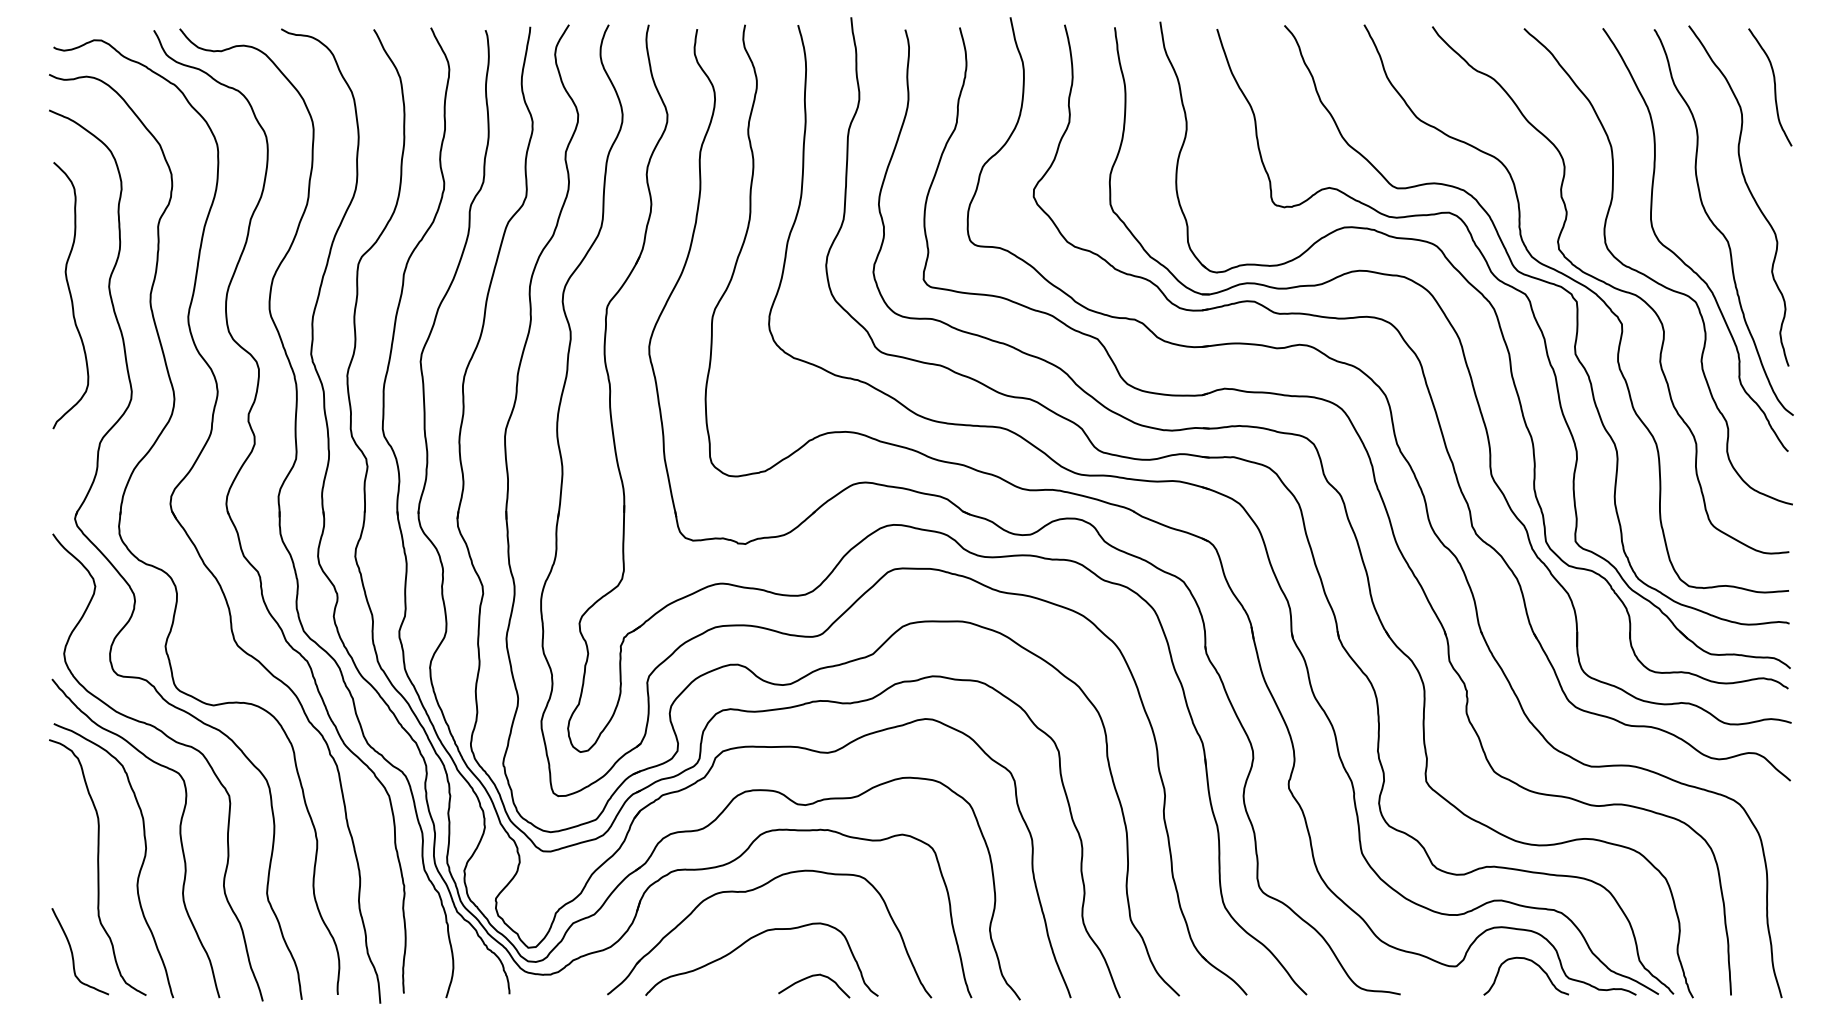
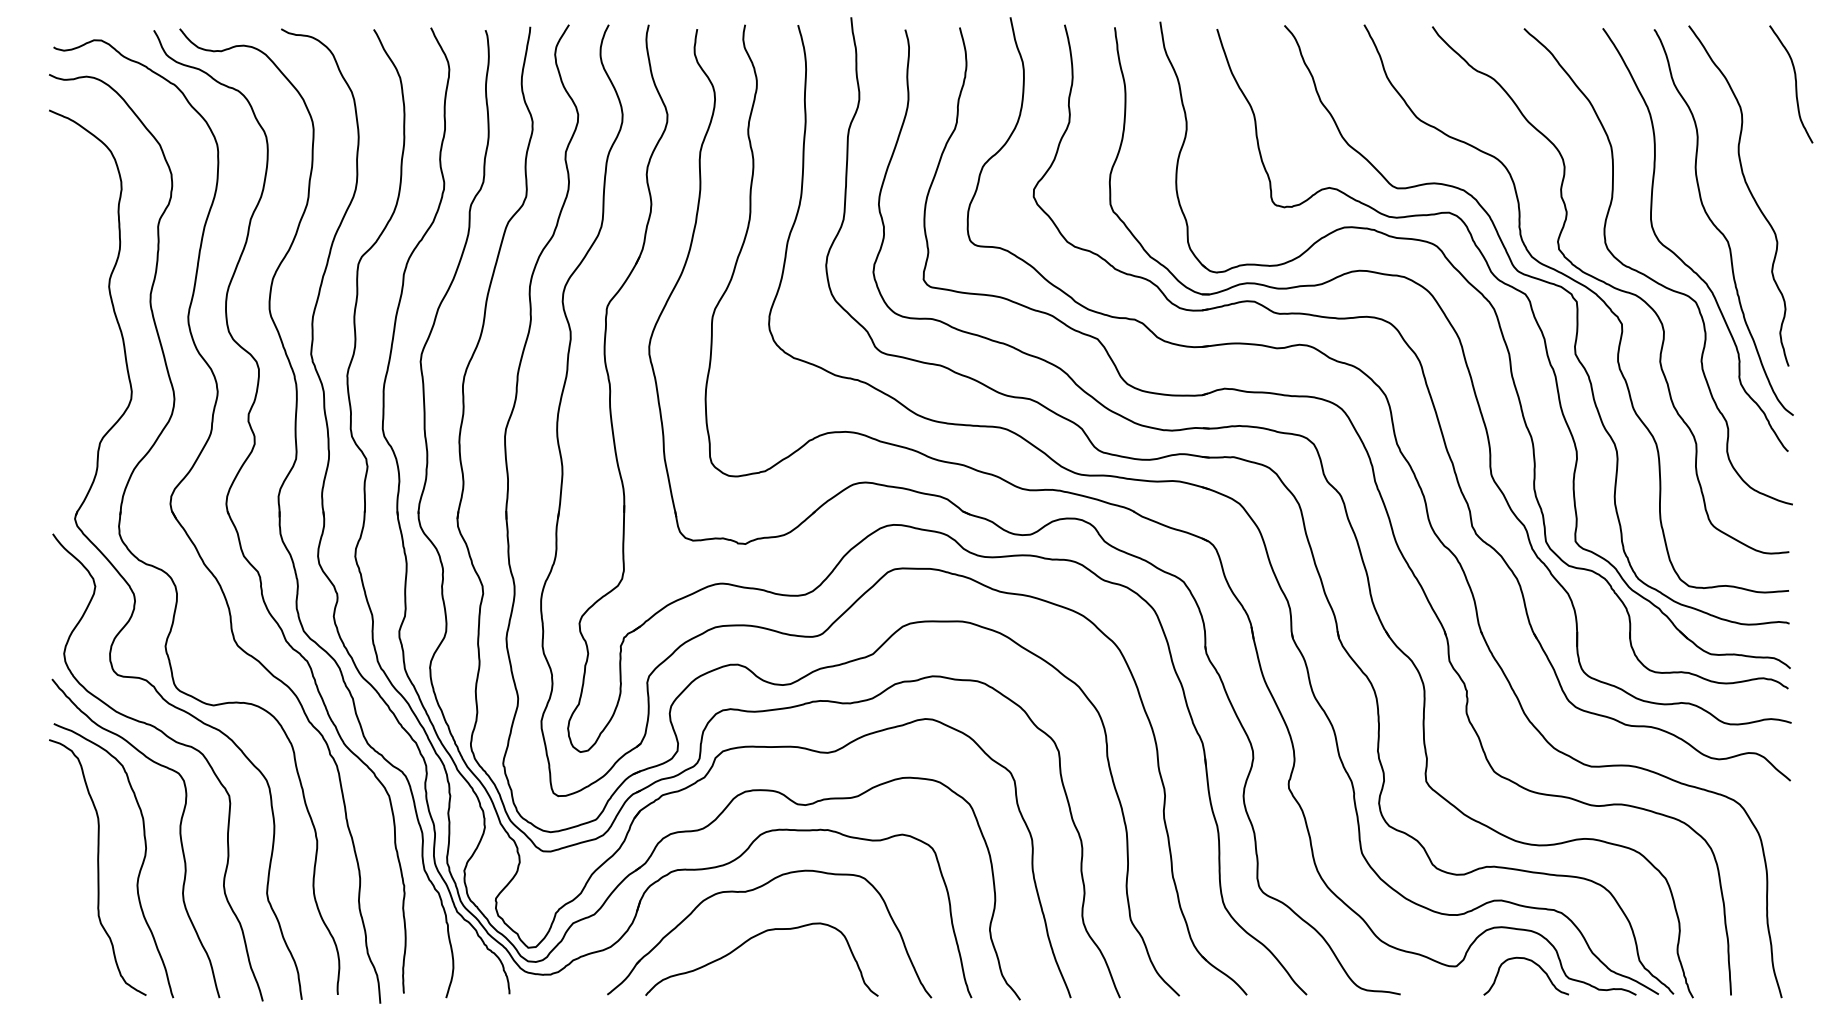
curve at (1774, 87) position: (1774, 87) -> (1795, 84)
curve at (70, 295): present -> none
curve at (73, 953): present -> none
curve at (811, 977): present -> none
